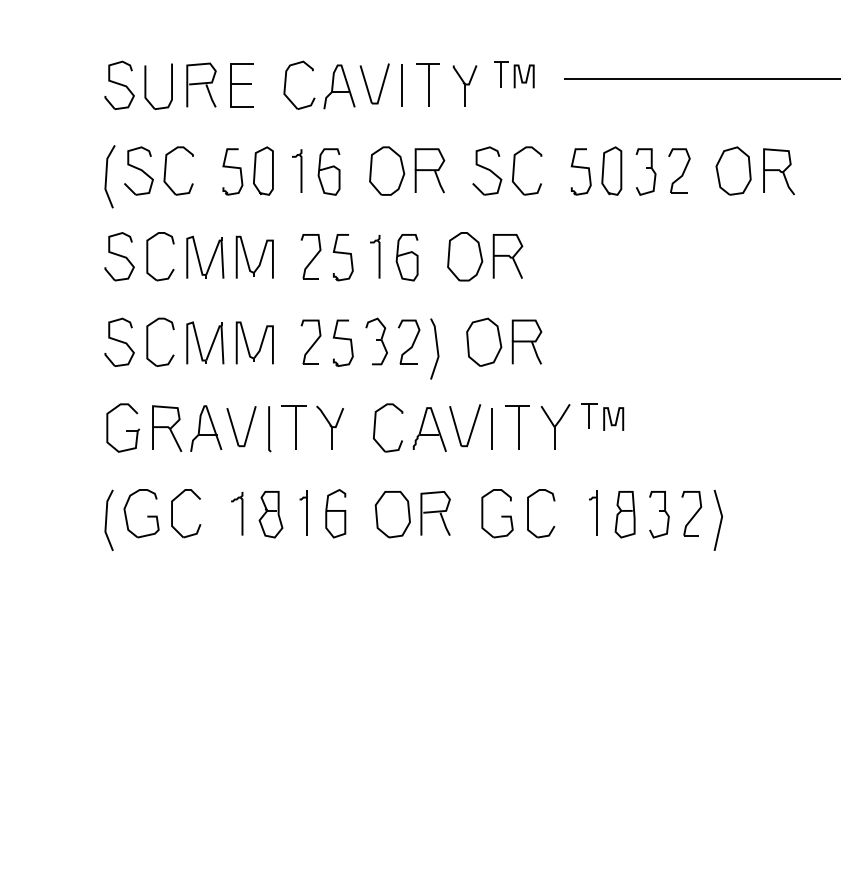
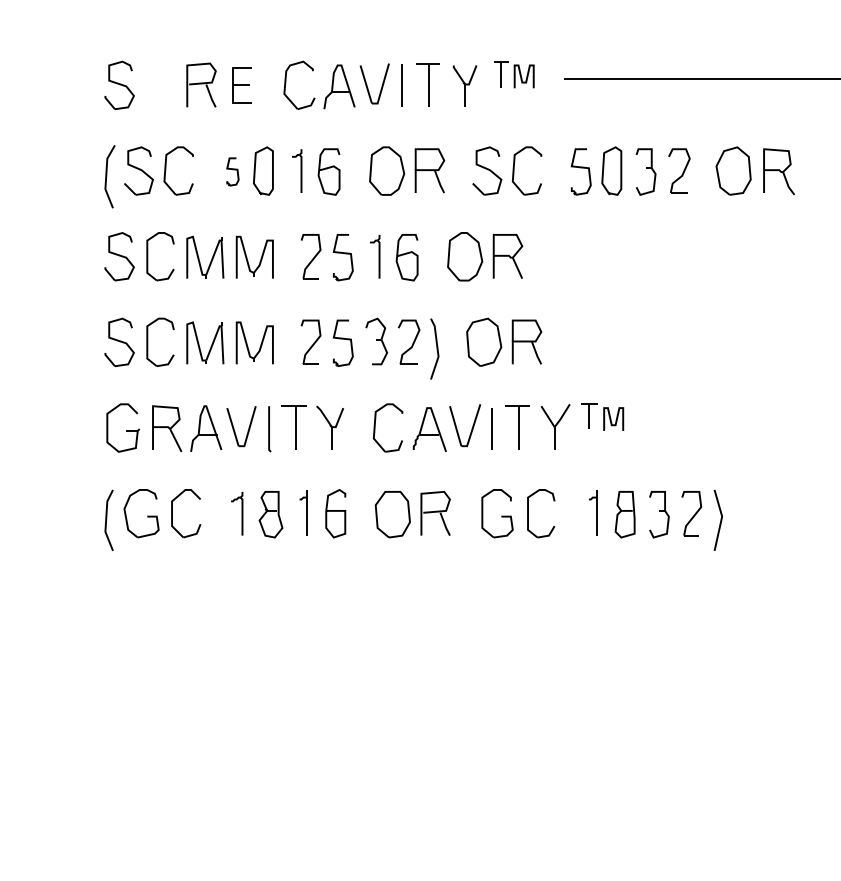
part at (241, 85) size: 24x45 px -> 20x37 px
part at (146, 86): present -> none
part at (232, 171) size: 22x48 px -> 14x30 px
